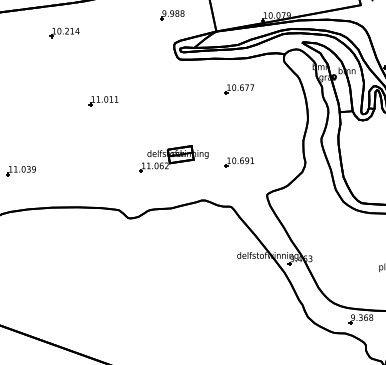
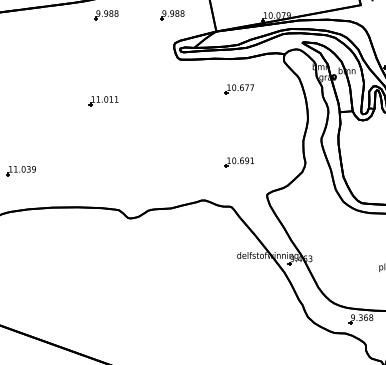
part at (106, 15): none -> present
part at (64, 32): present -> none
part at (173, 158): present -> none
